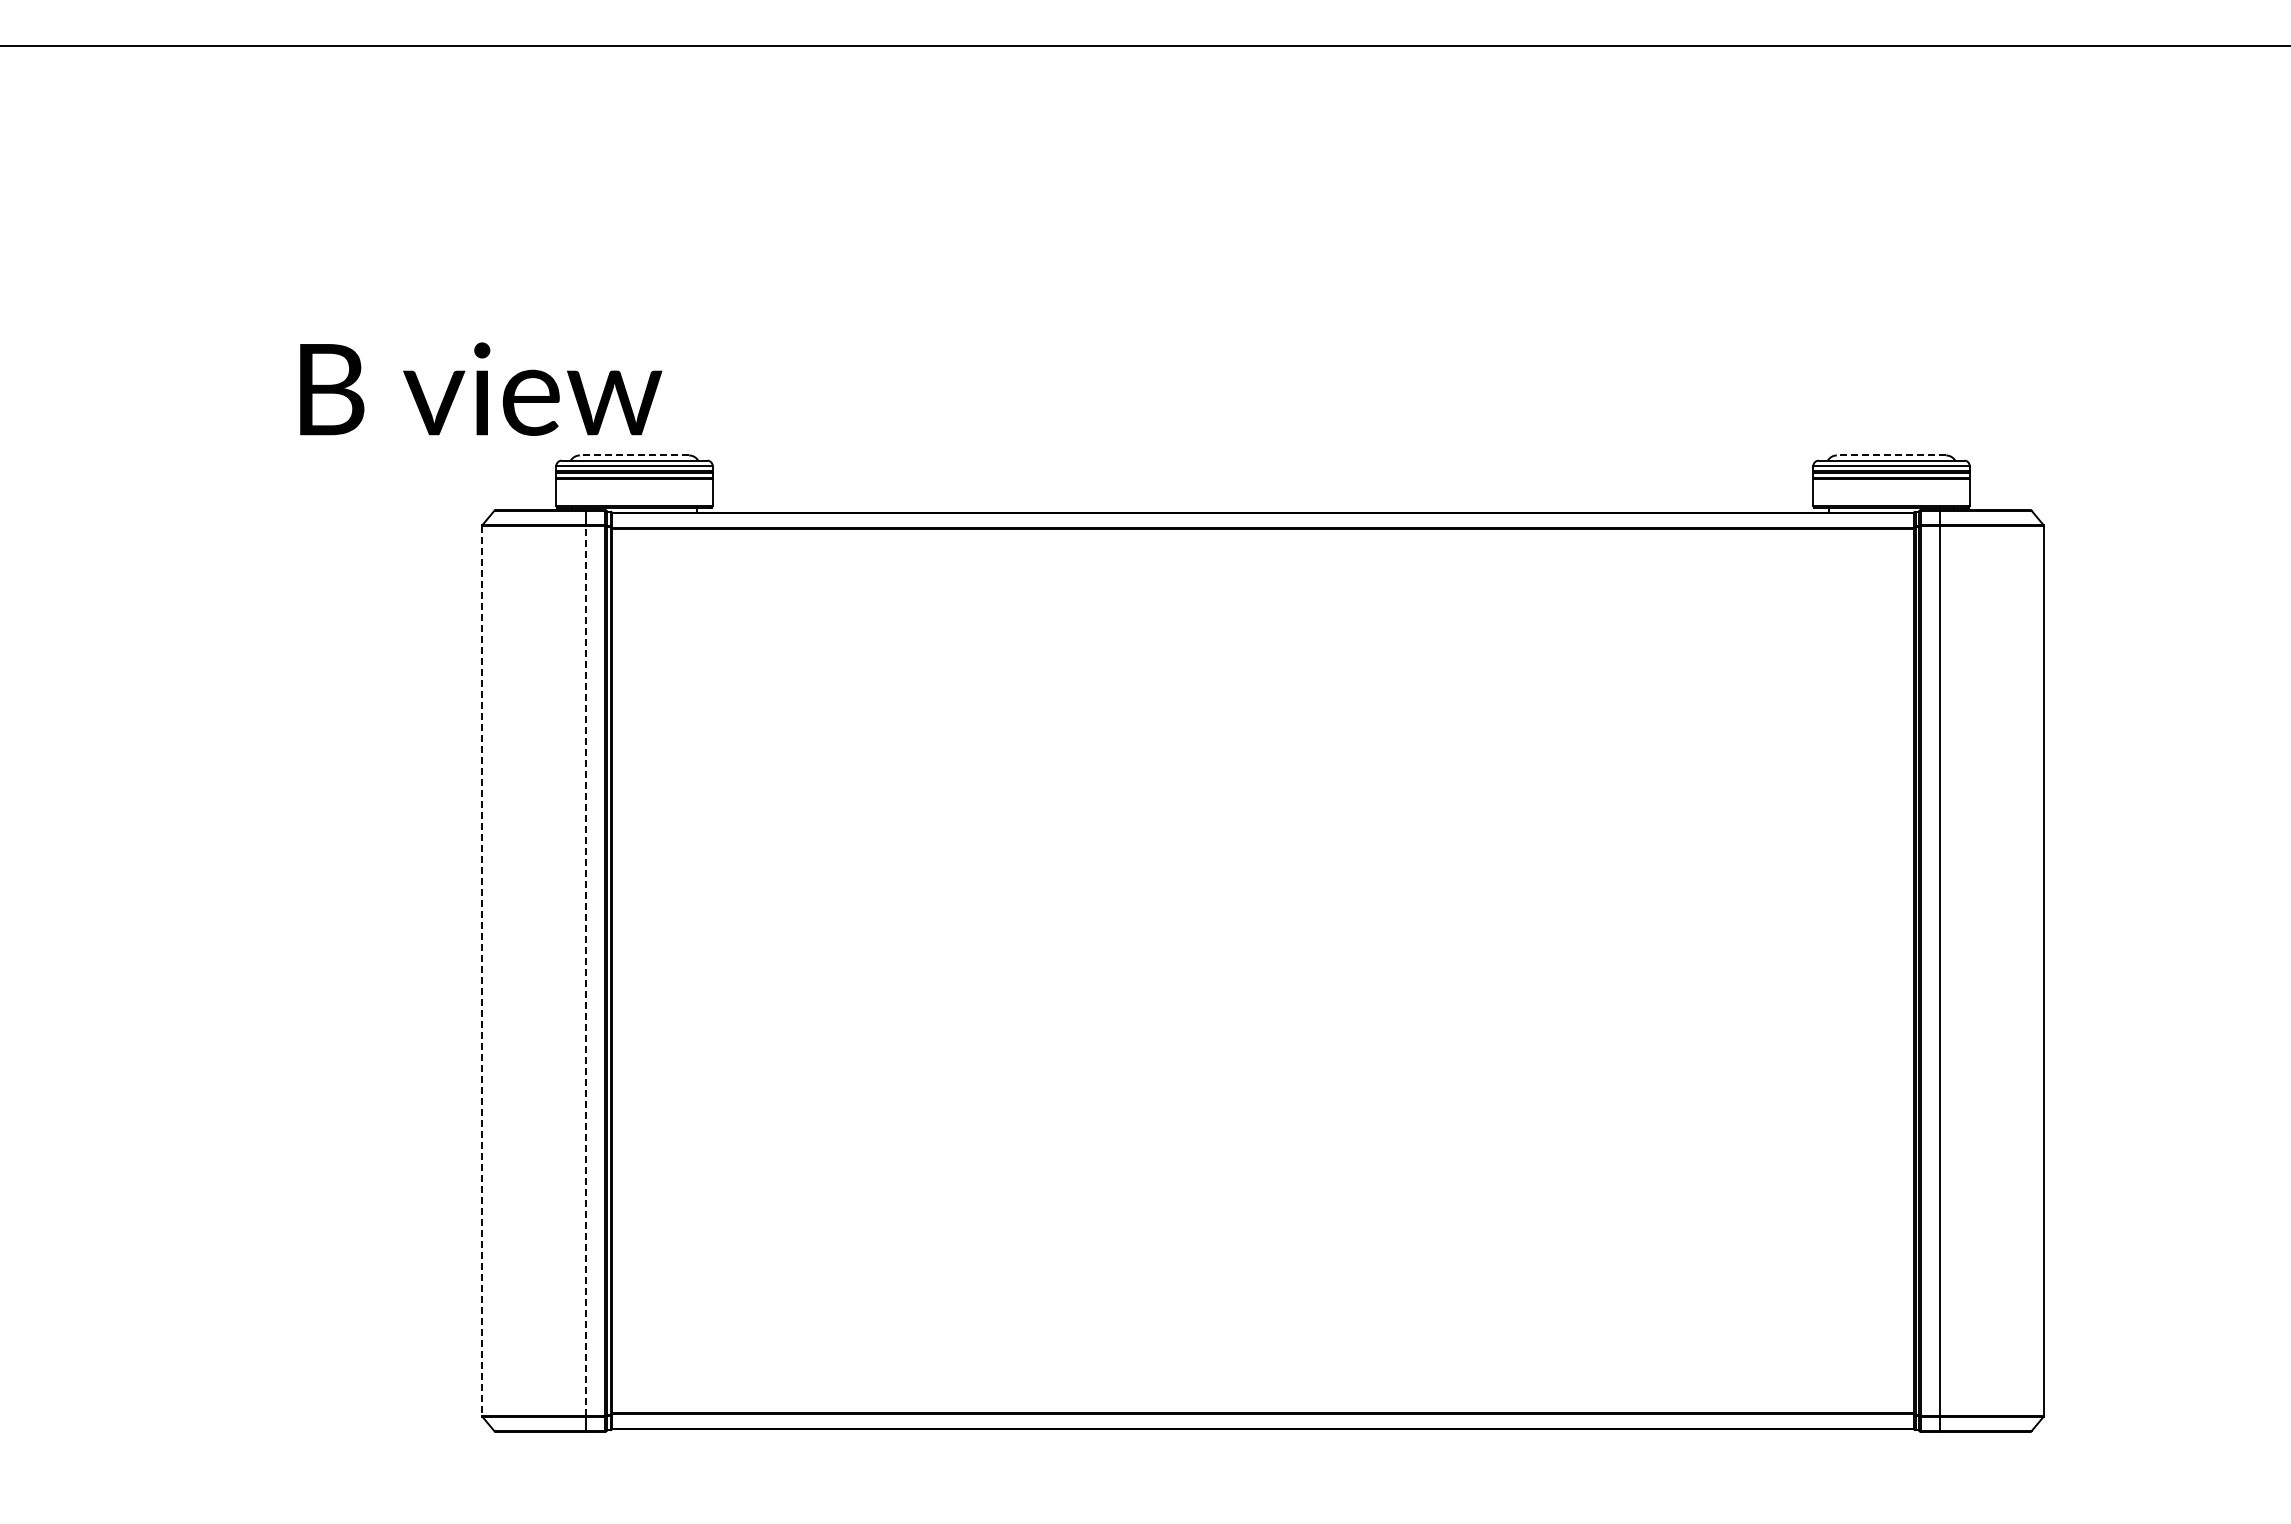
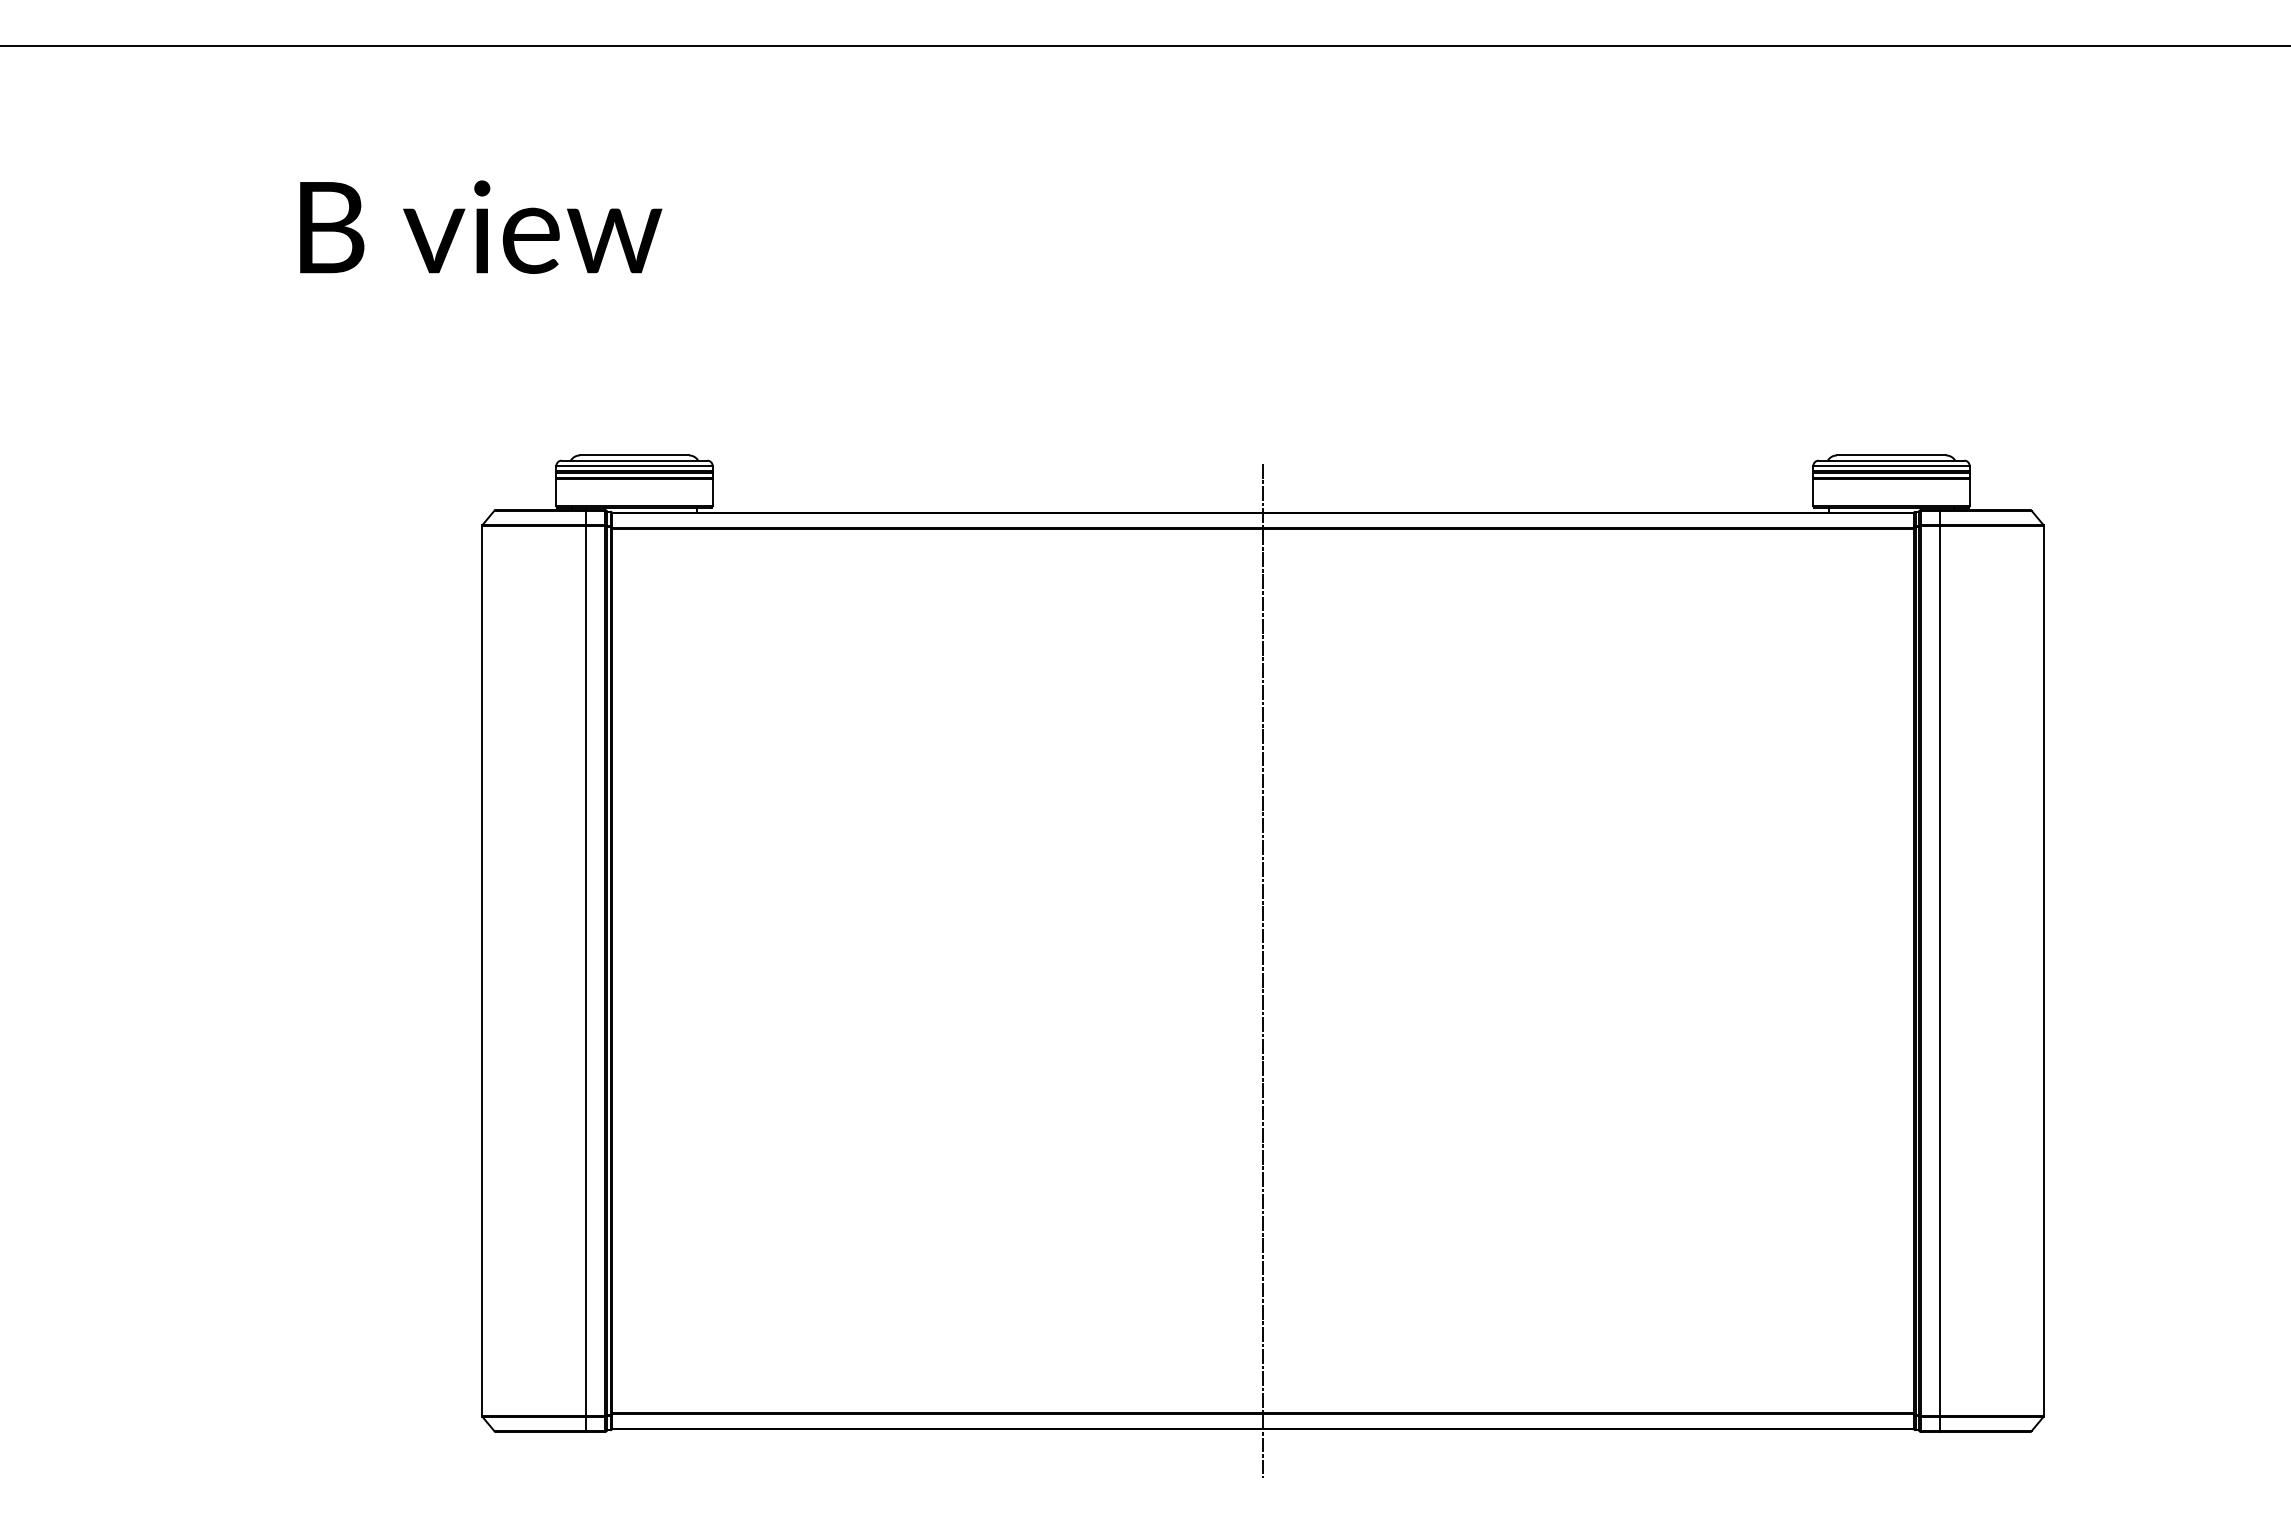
text at (481, 388) position: (481, 388) -> (481, 226)
line at (634, 455): dashed -> solid
line at (1891, 455): dashed -> solid
line at (481, 970): dashed -> solid
line at (586, 970): dashed -> solid
line at (1263, 970): none -> present
